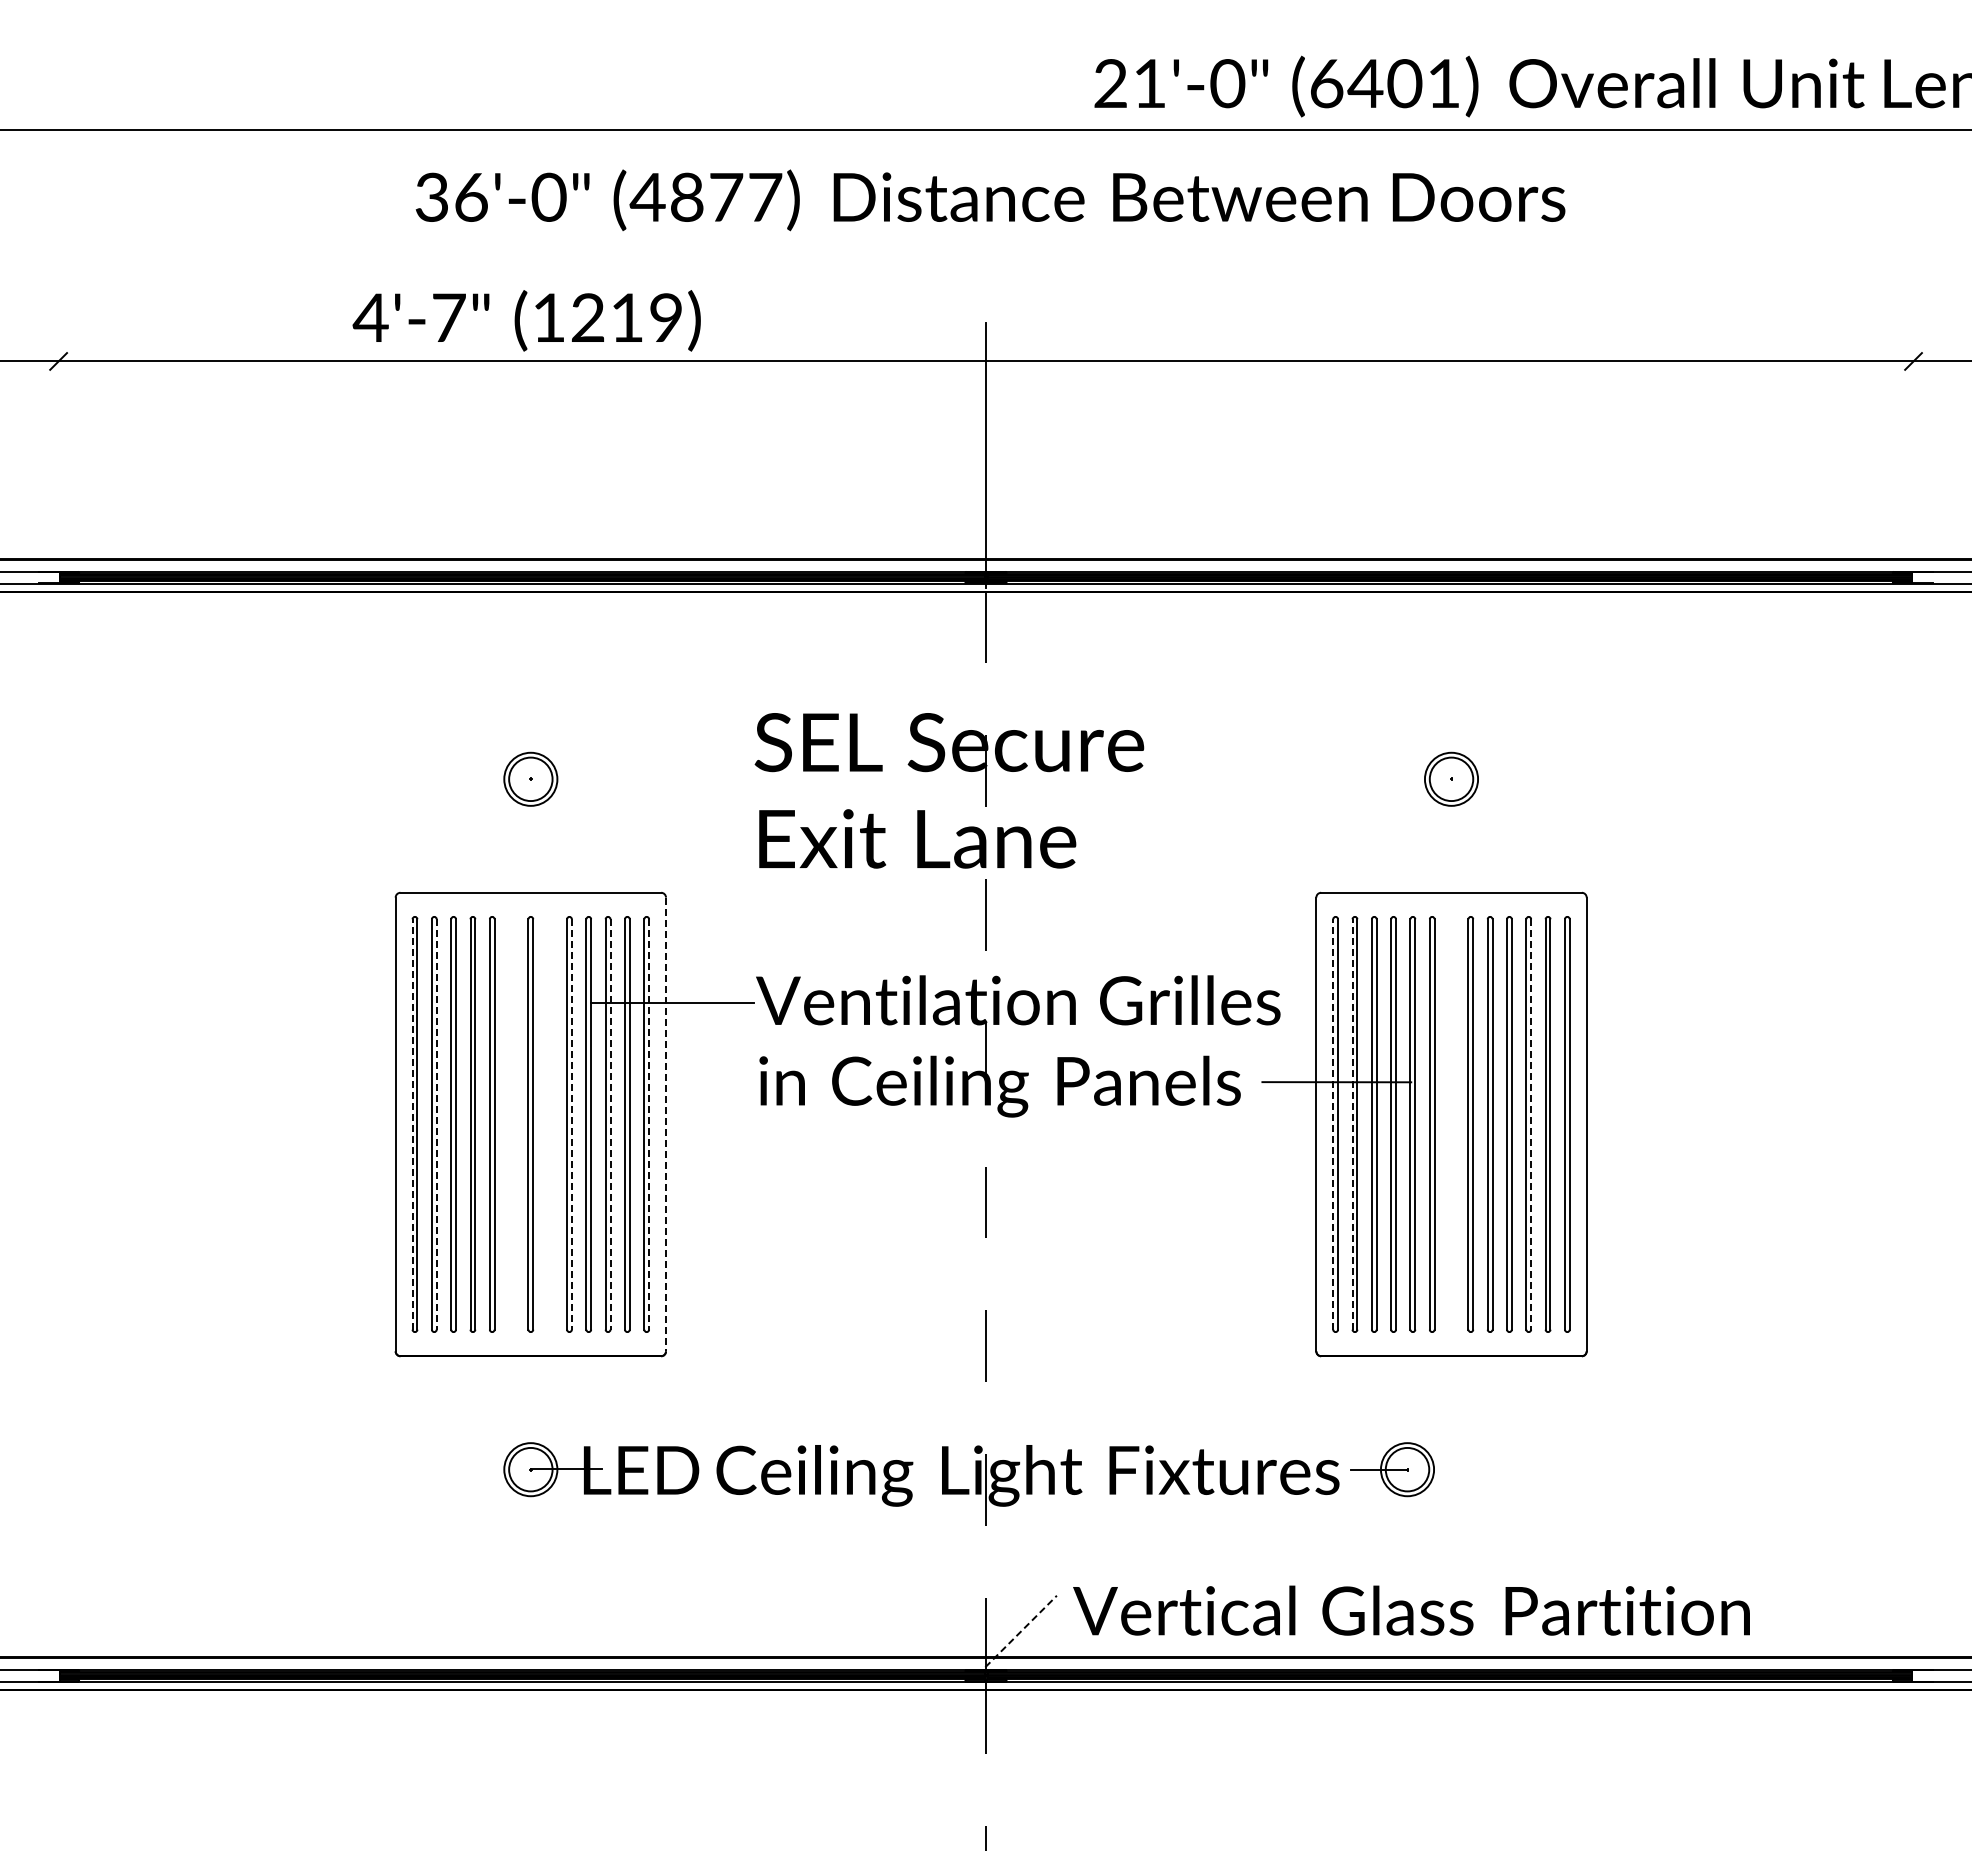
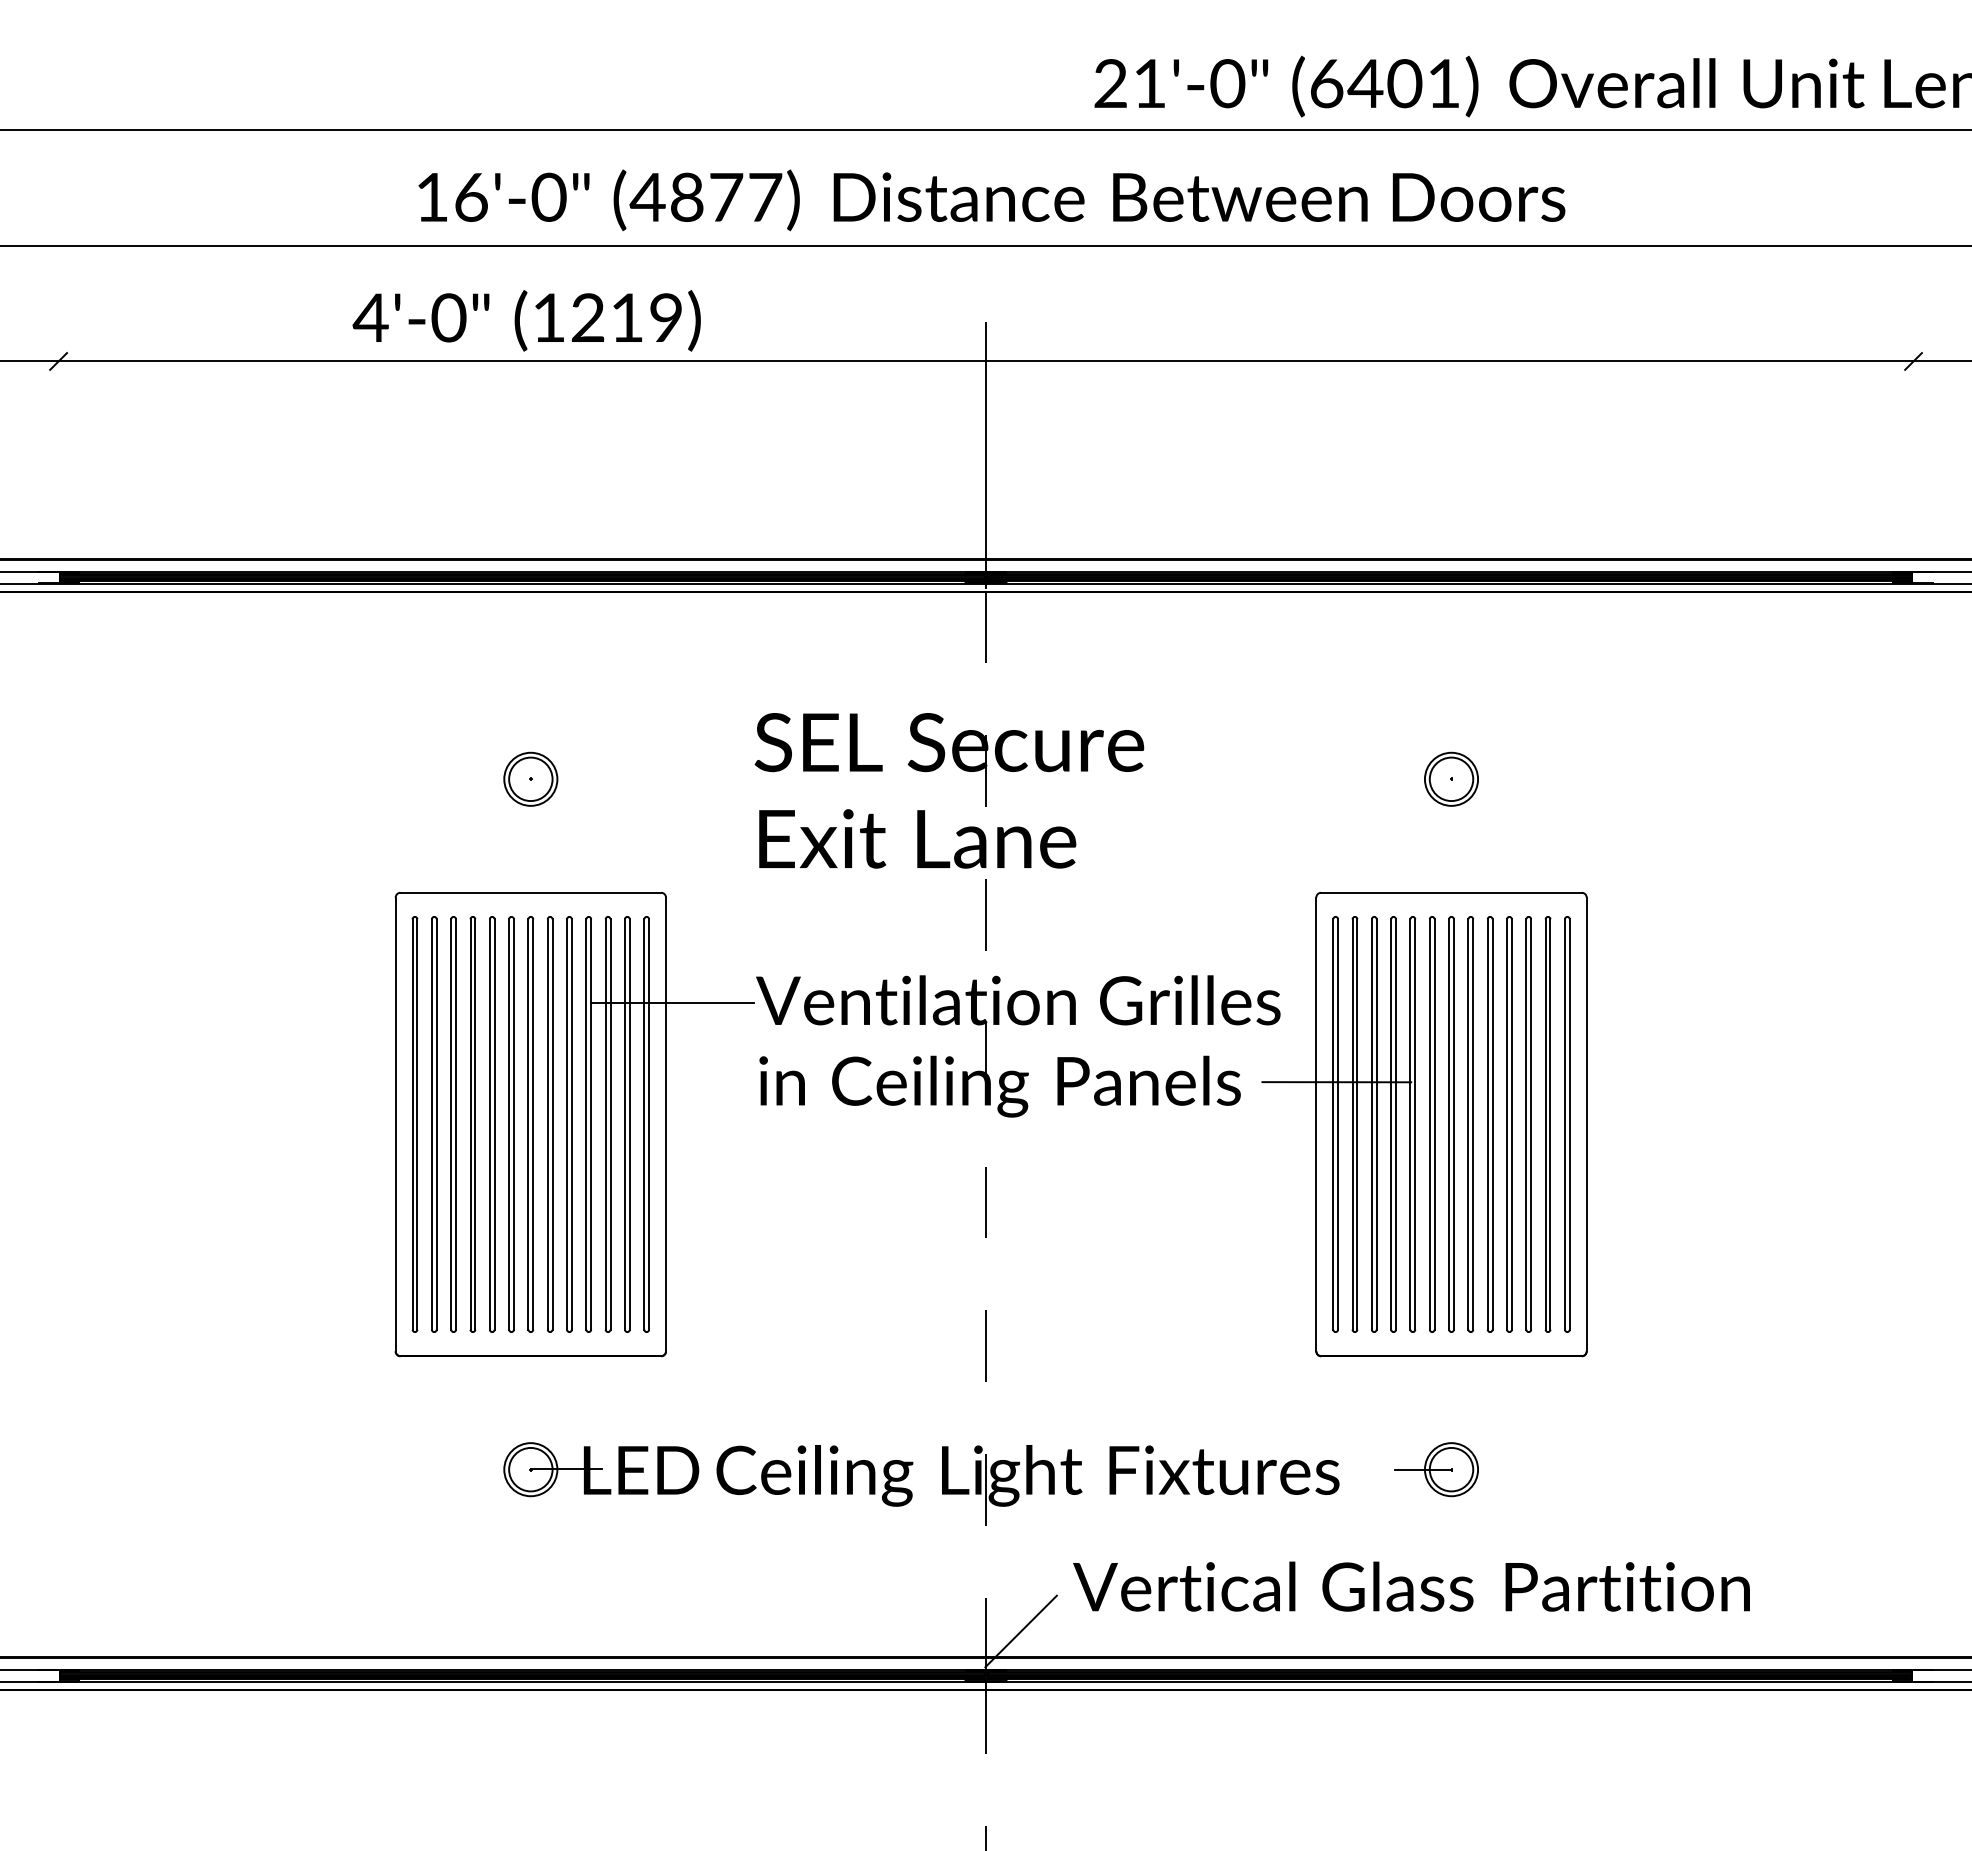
text at (431, 196): 36'-0" -> 16'-0"
line at (985, 245): none -> present
text at (448, 317): 4'-7" -> 4'-0"
line at (412, 1123): dashed -> solid
line at (1333, 1123): dashed -> solid
line at (1352, 1123): dashed -> solid
line at (436, 1124): dashed -> solid
part at (511, 1124): none -> present
part at (550, 1124): none -> present
line at (571, 1124): dashed -> solid
line at (610, 1124): dashed -> solid
line at (649, 1124): dashed -> solid
line at (666, 1124): dashed -> solid
part at (1451, 1124): none -> present
line at (1531, 1124): dashed -> solid
part at (1392, 1469) position: (1392, 1469) -> (1436, 1469)
text at (1411, 1610) position: (1411, 1610) -> (1411, 1586)
line at (1021, 1631): dashed -> solid
